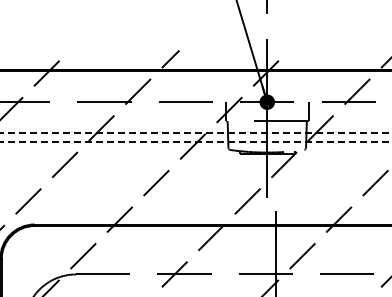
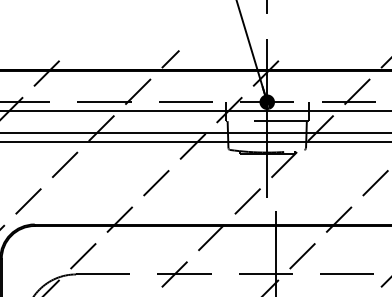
line at (195, 110): none -> present
line at (196, 133): dashed -> solid
line at (196, 141): dashed -> solid
